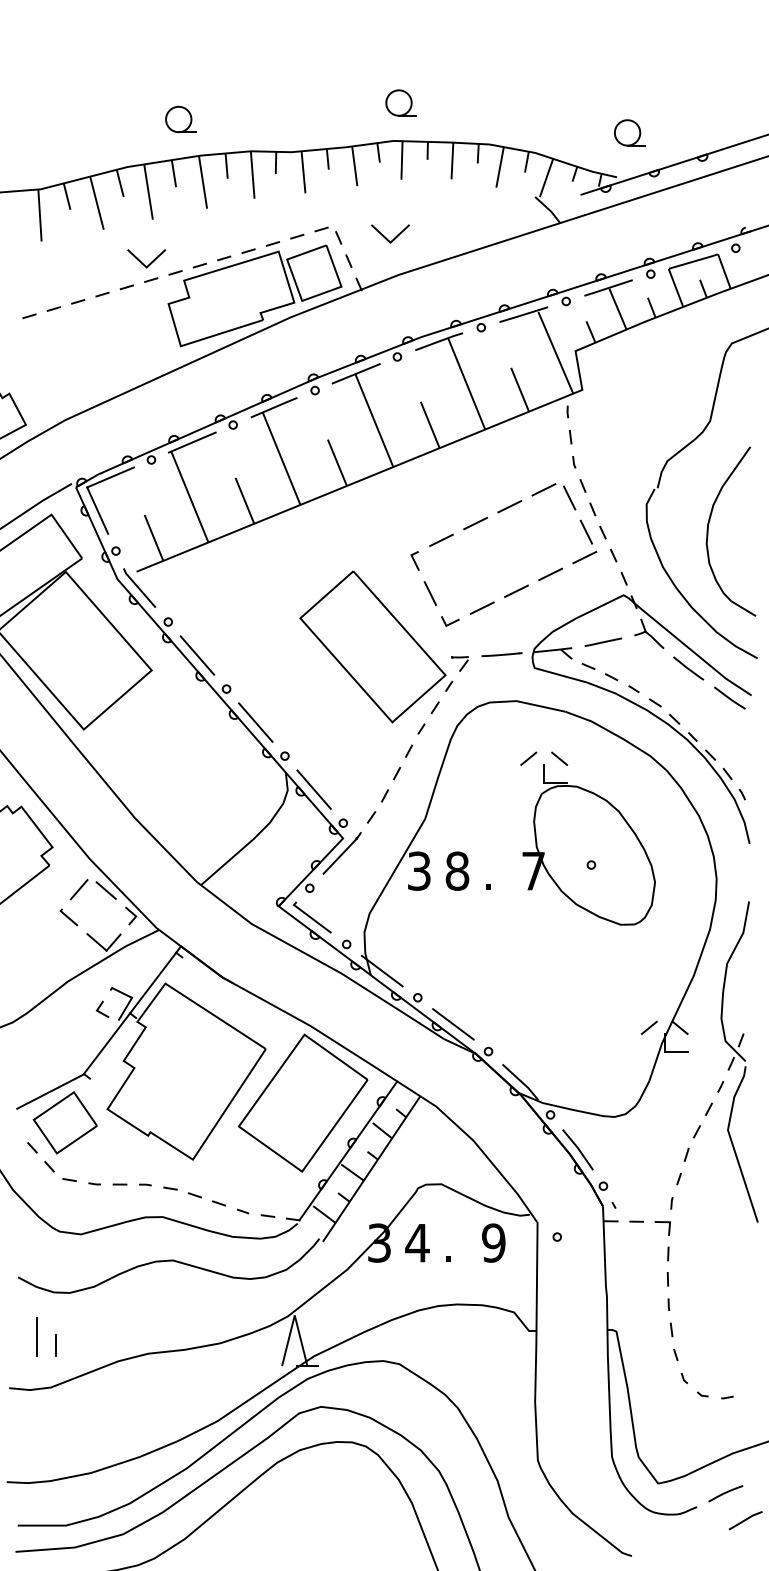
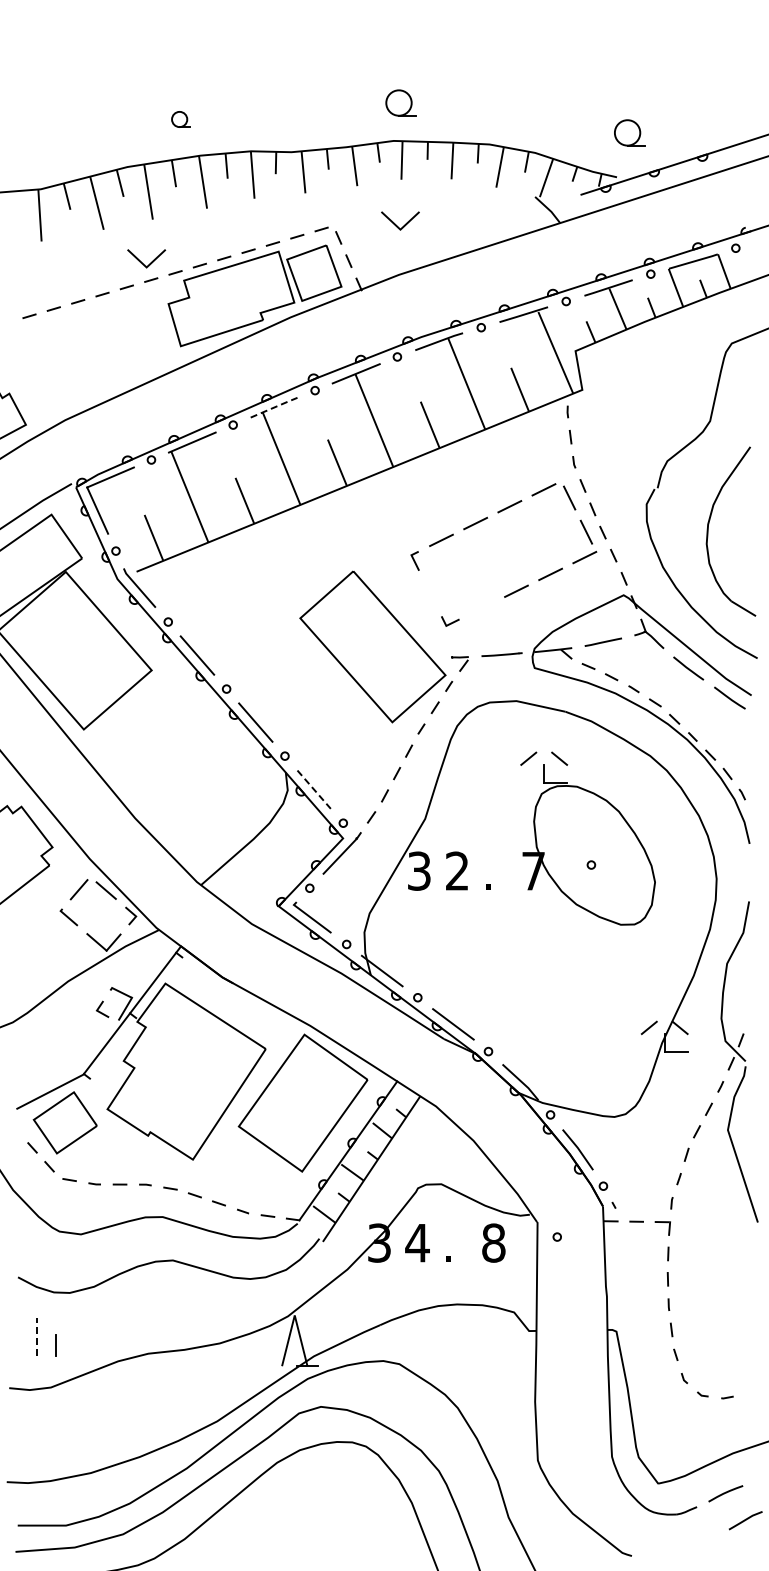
part at (180, 119) size: 32x29 px -> 20x17 px
line at (386, 237) position: (386, 237) -> (396, 224)
line at (274, 407): solid -> dashed
line at (430, 593): present -> none
line at (481, 607): present -> none
line at (314, 790): solid -> dashed
text at (457, 870): 8 -> 2
text at (493, 1242): 9 -> 8
line at (37, 1336): solid -> dashed
